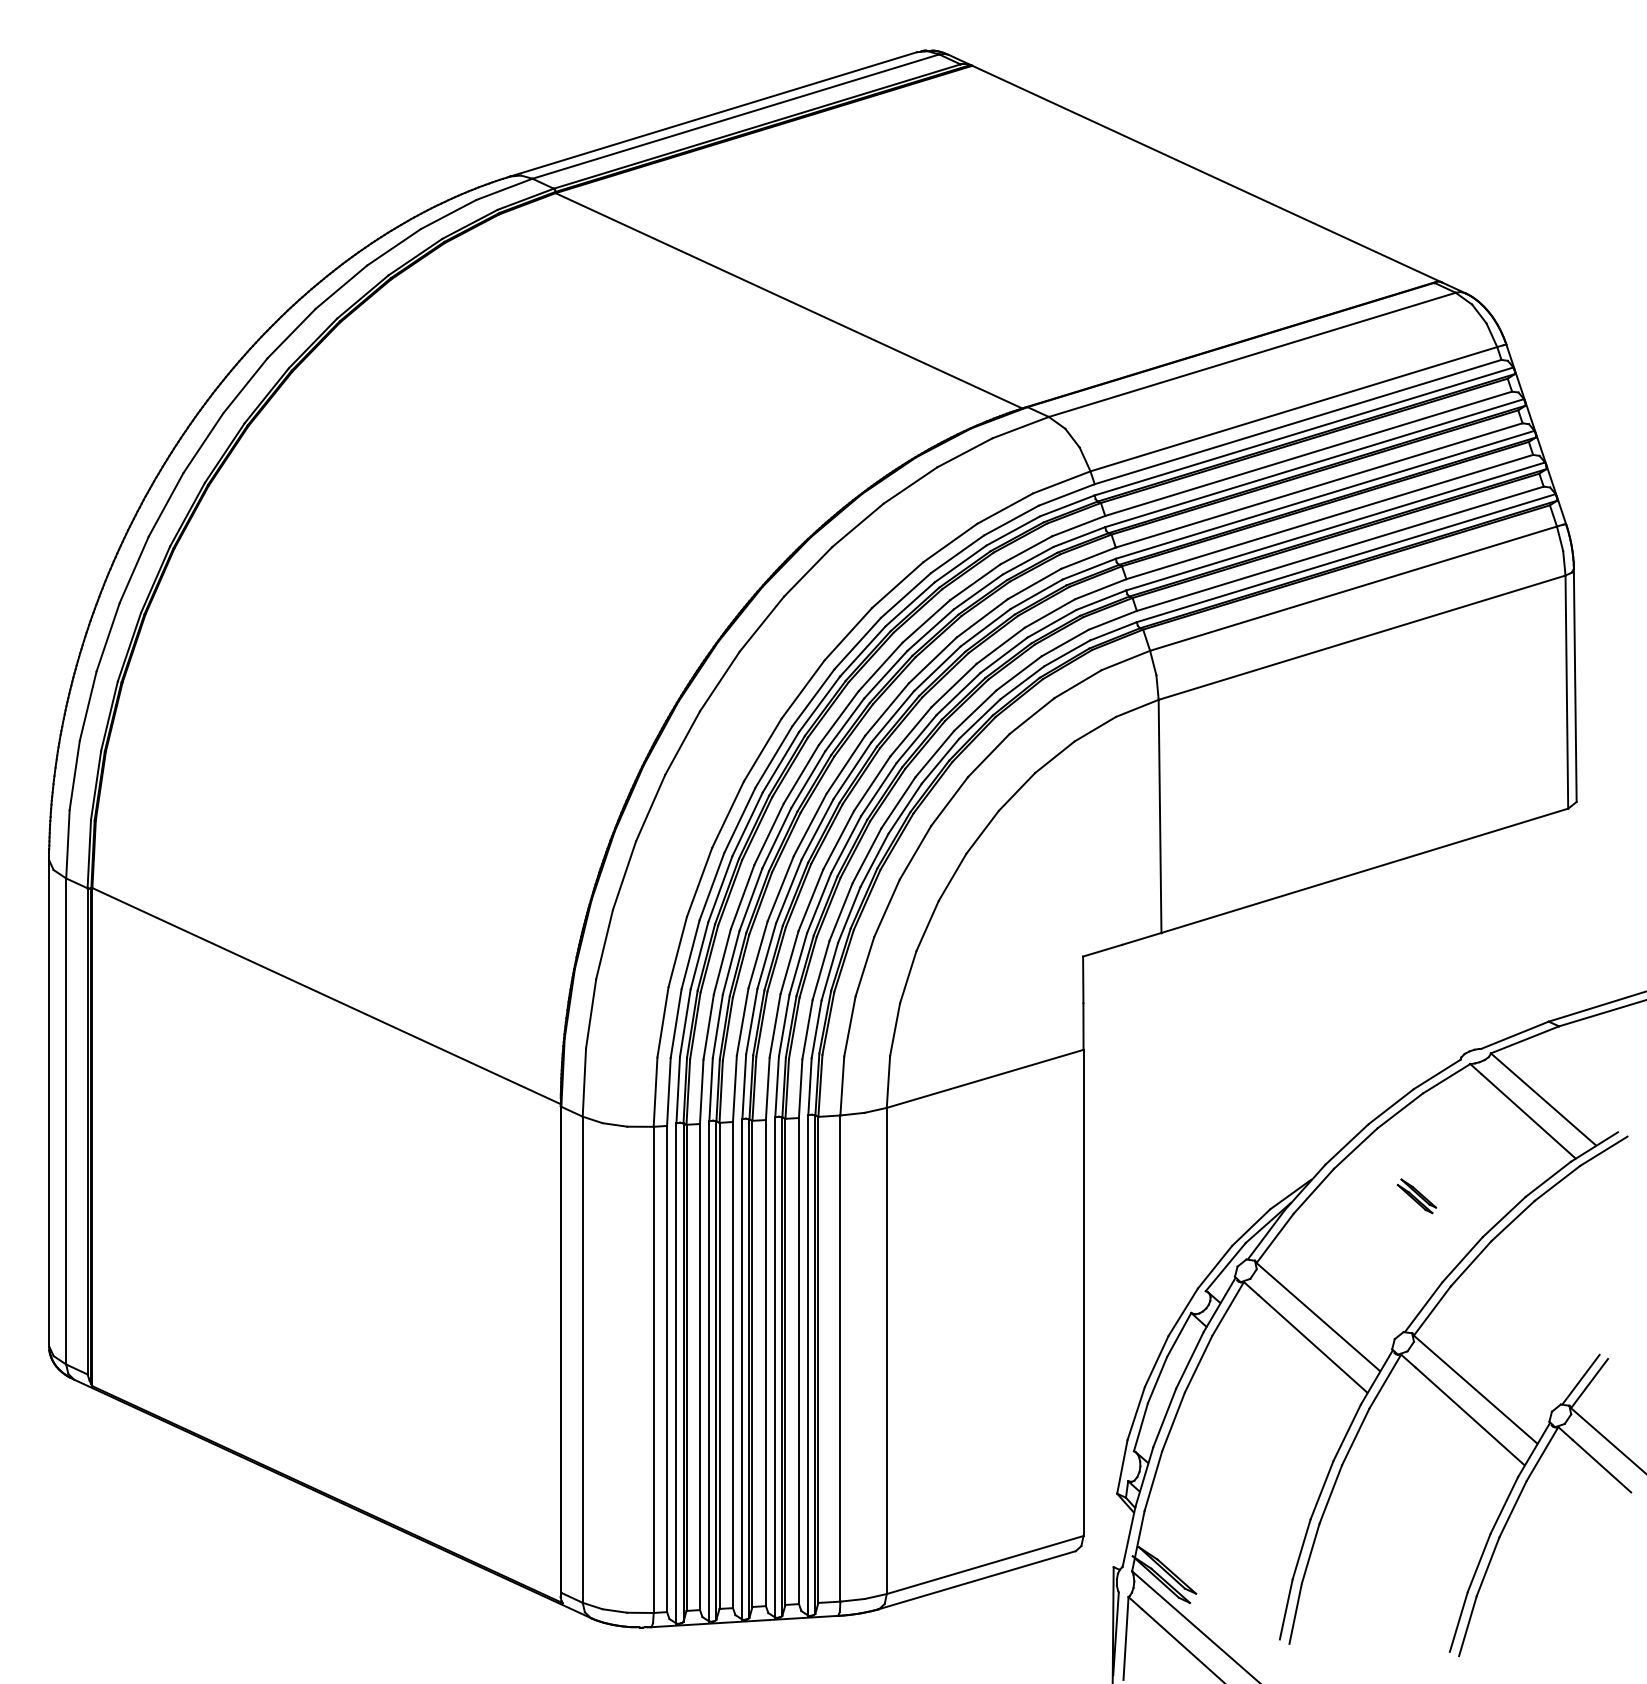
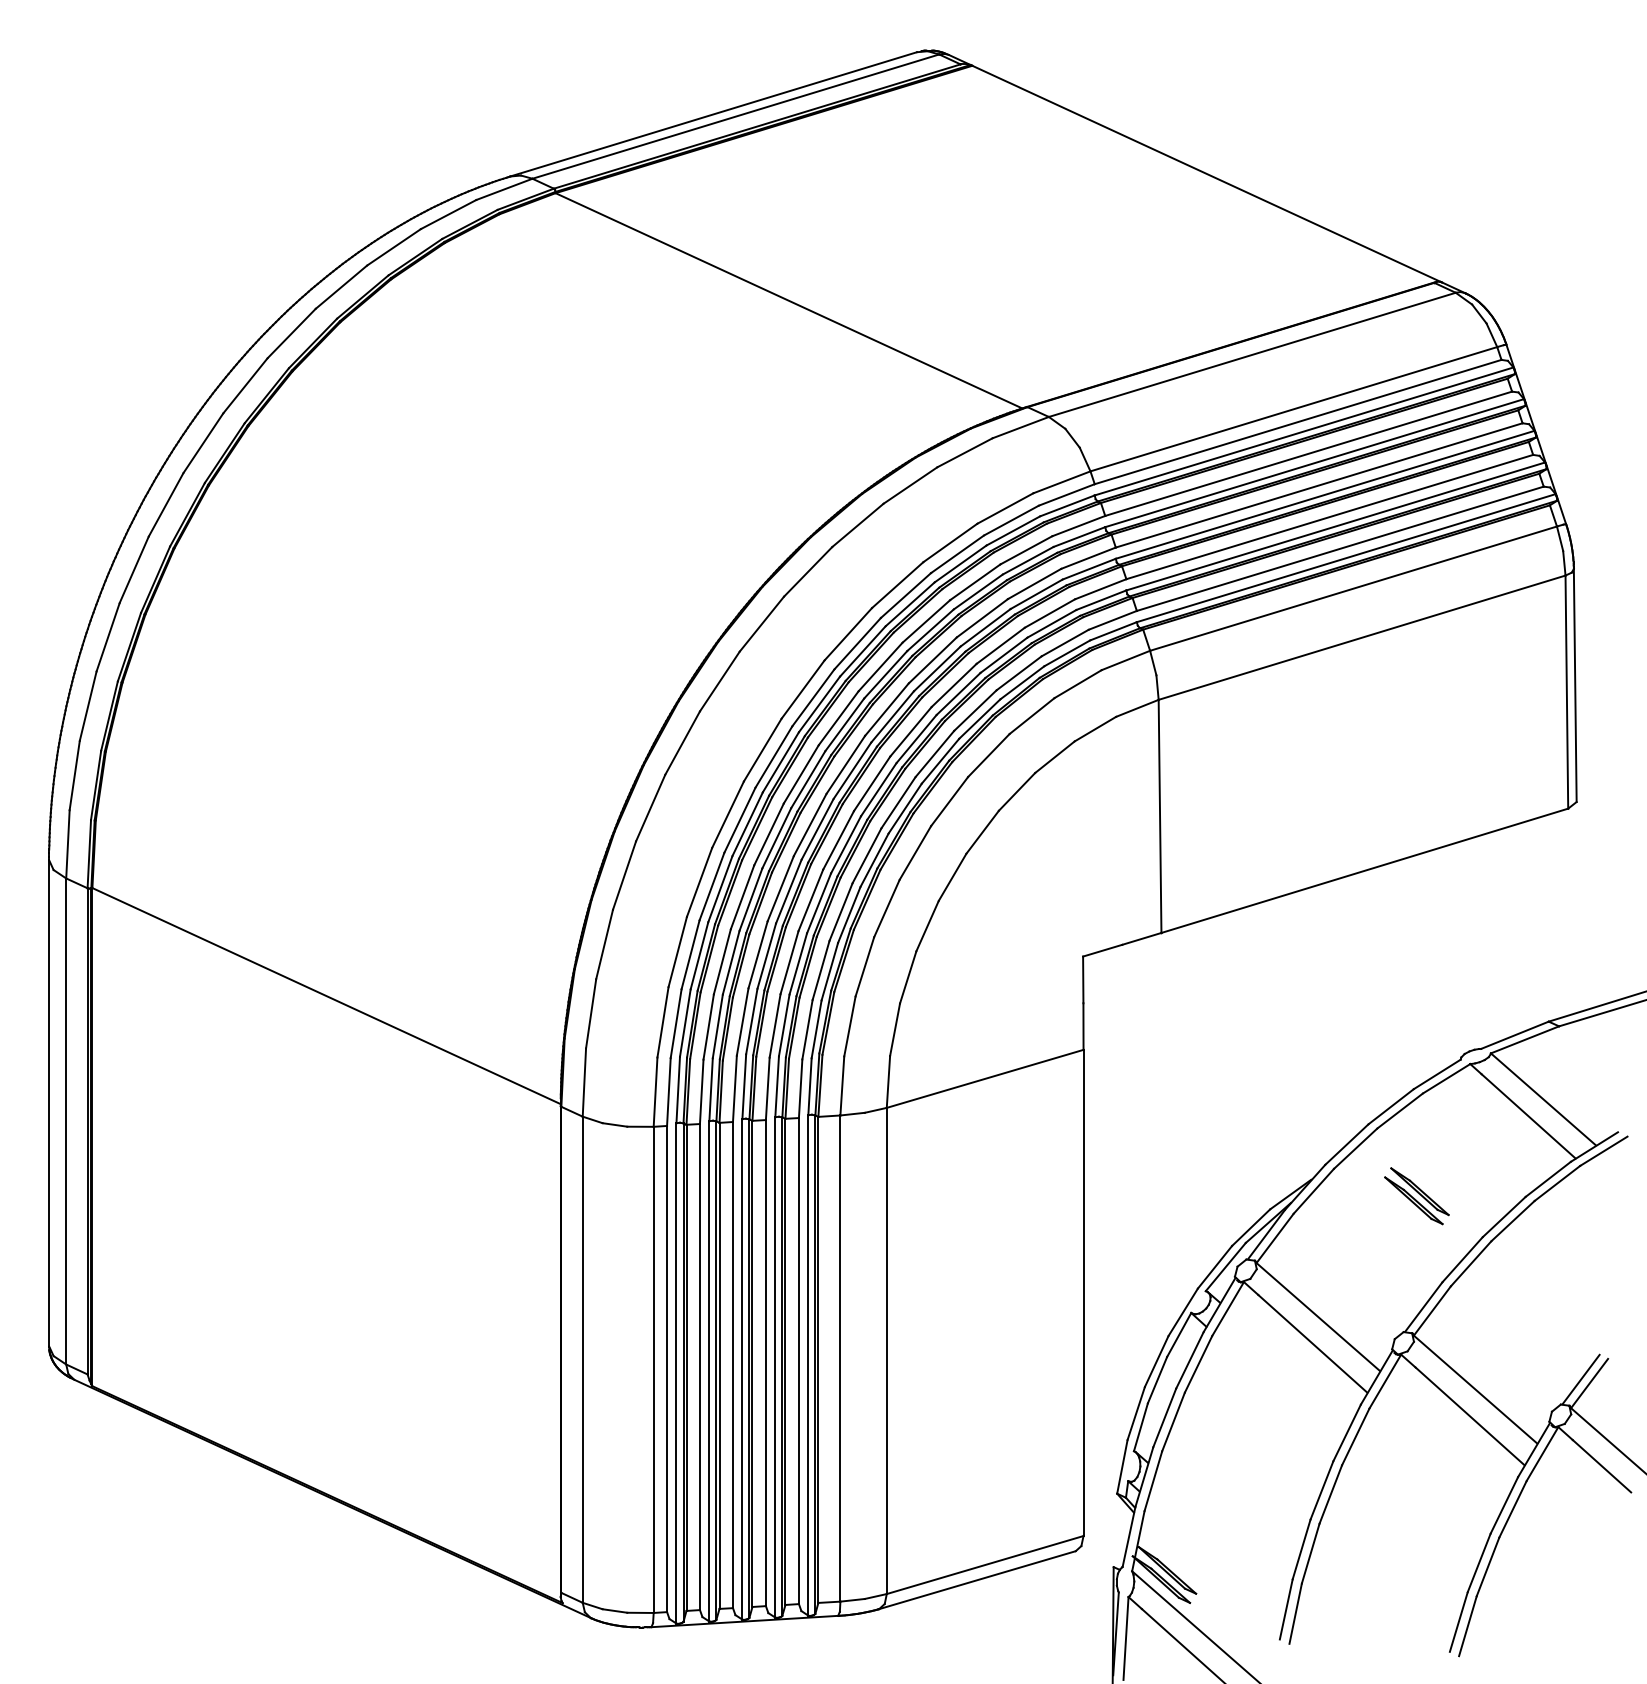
part at (1416, 1196) size: 42x37 px -> 66x59 px
